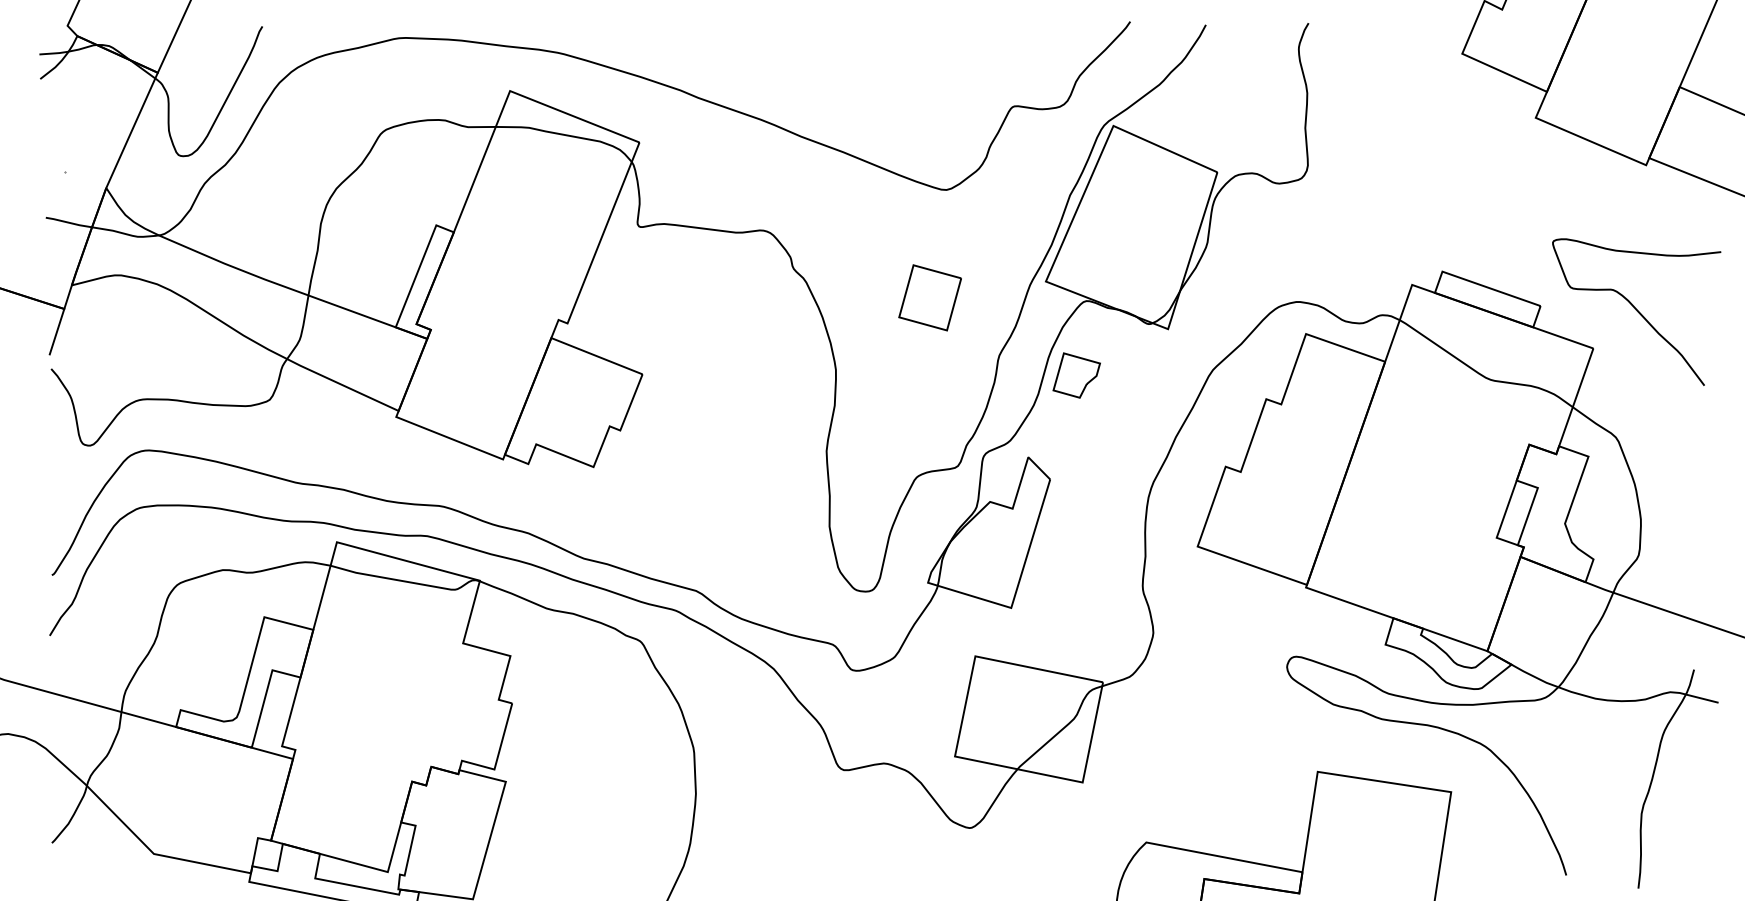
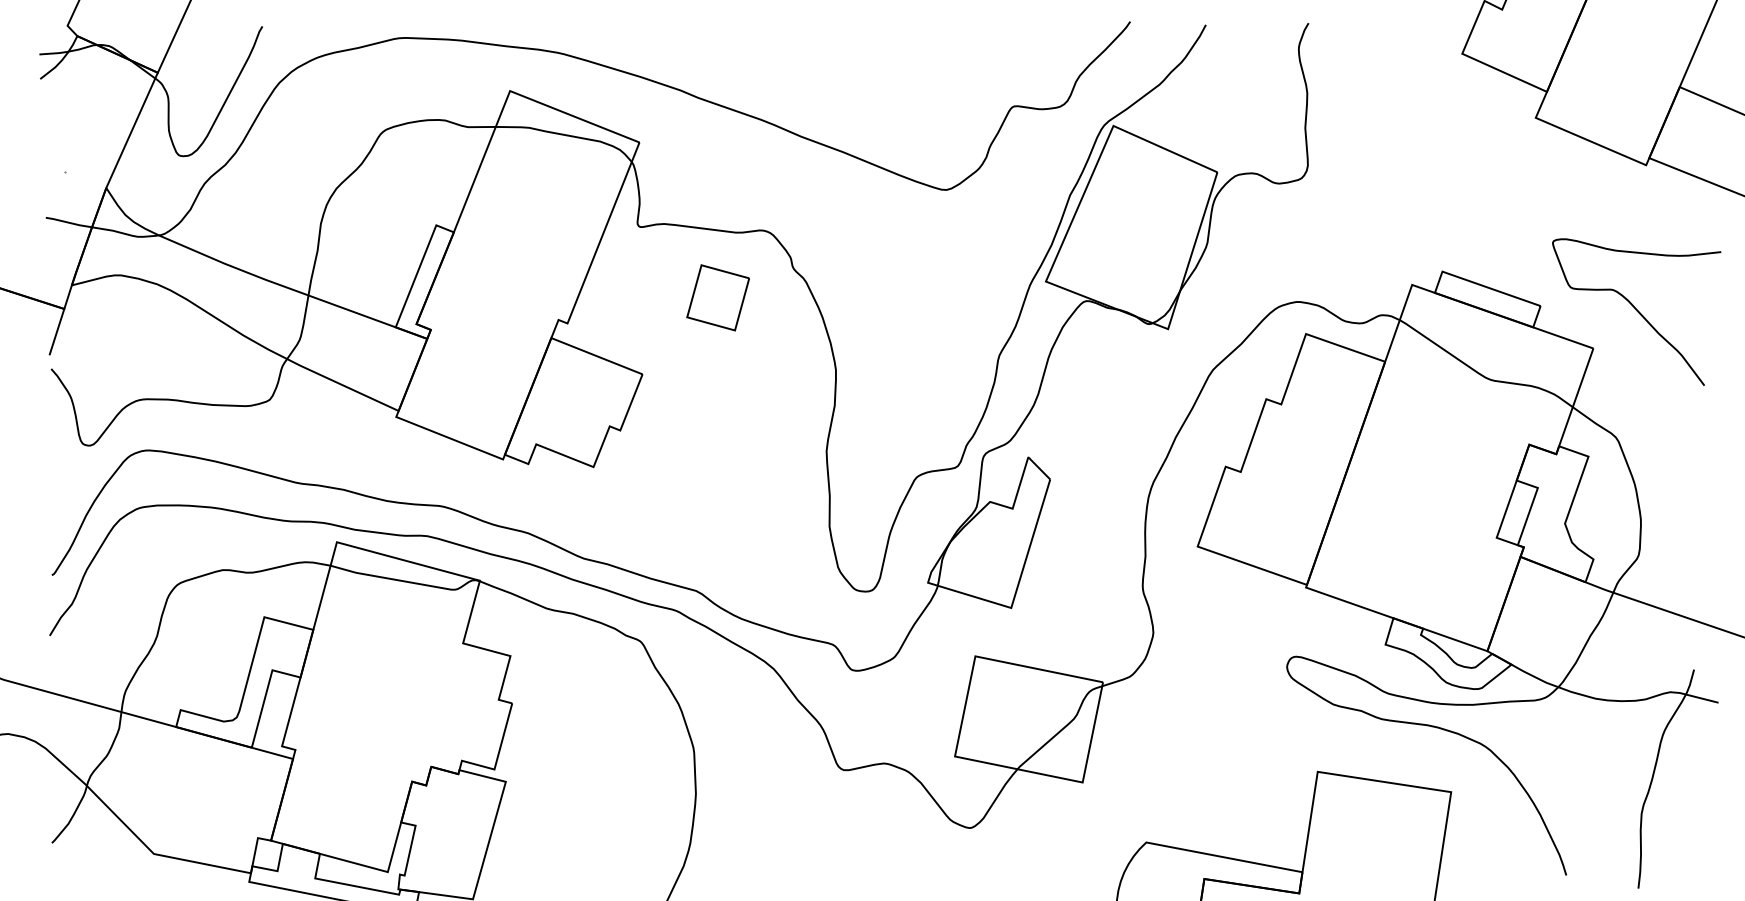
part at (929, 297) position: (929, 297) -> (717, 297)
part at (1076, 375): present -> none
